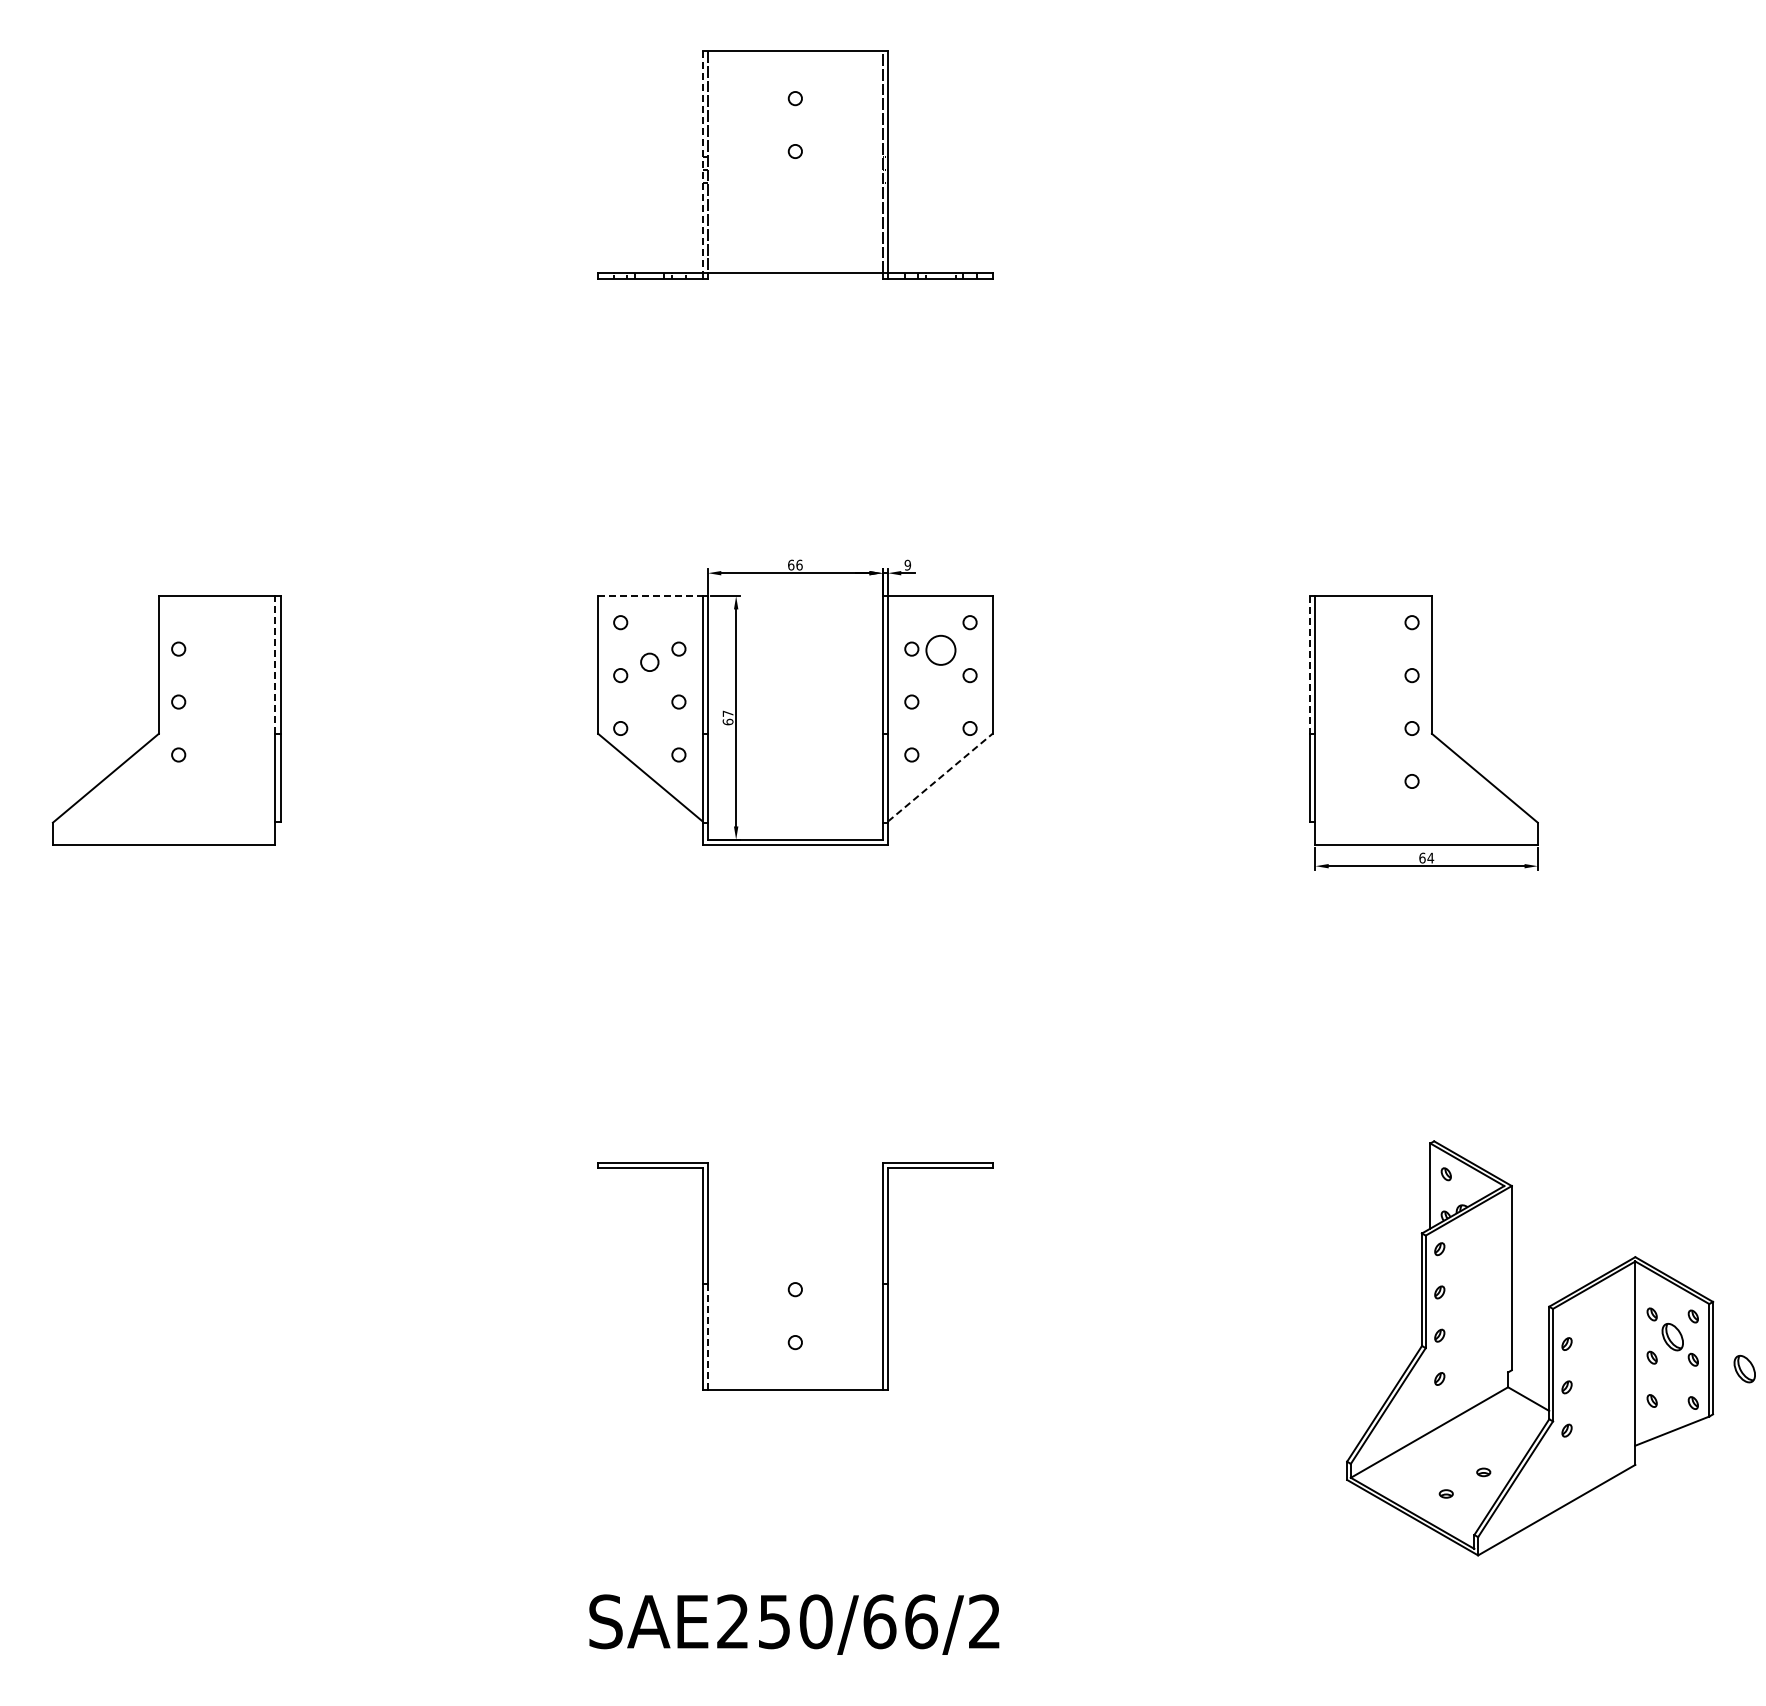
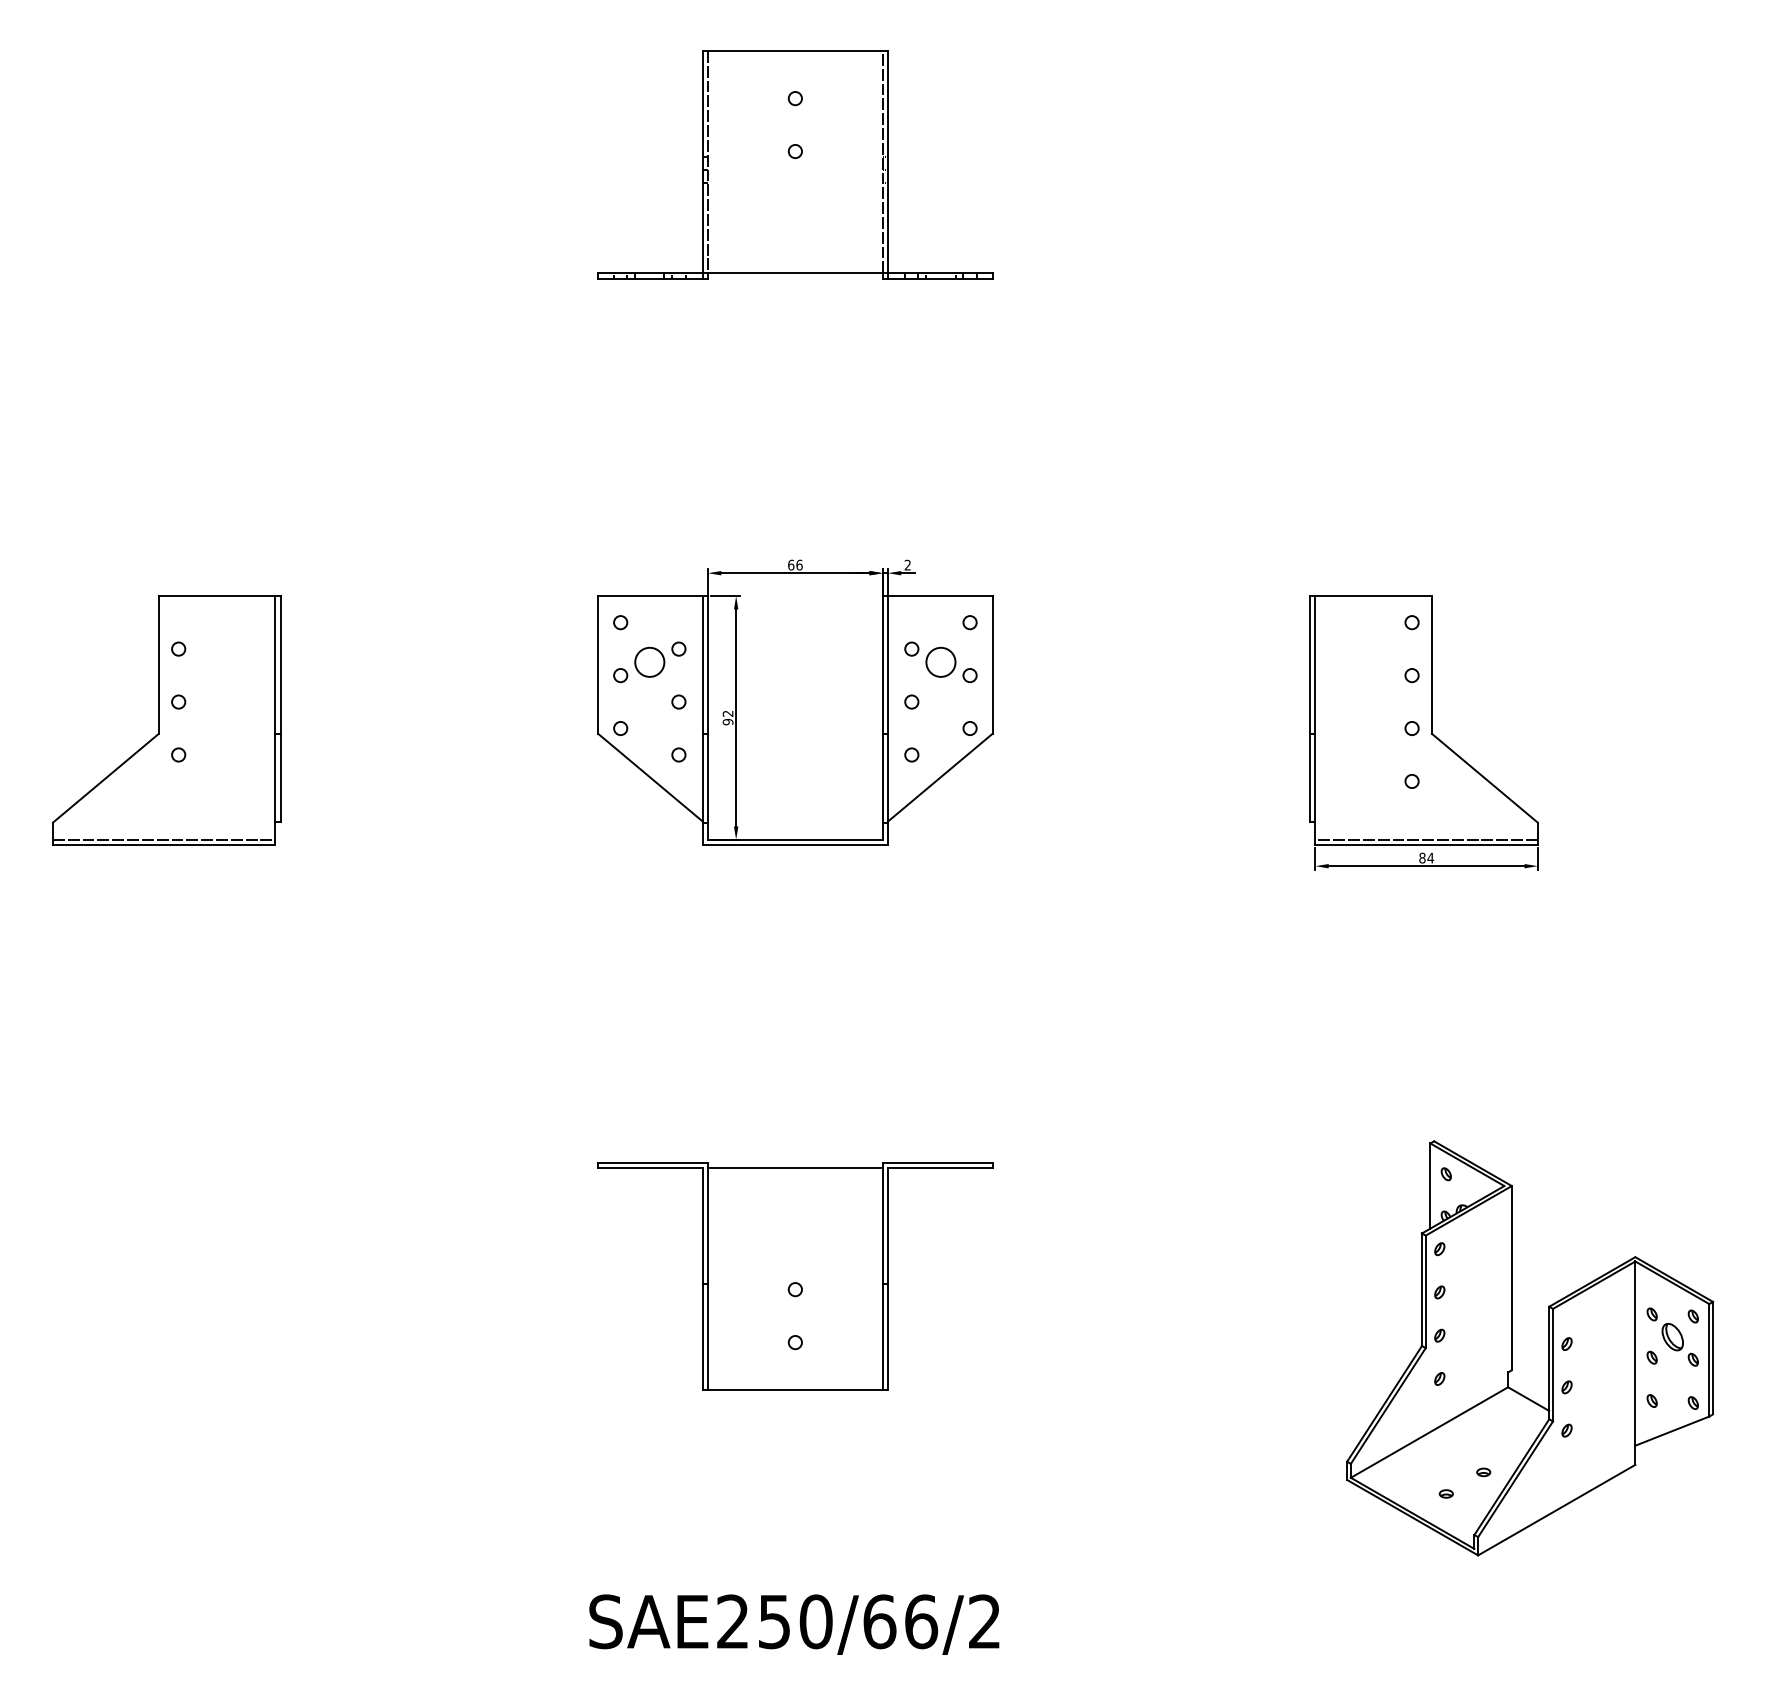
line at (702, 162): dashed -> solid
text at (907, 564): 9 -> 2
line at (650, 596): dashed -> solid
circle at (940, 649) position: (940, 649) -> (940, 661)
circle at (649, 662) diameter: 17 px -> 29 px
line at (275, 665): dashed -> solid
line at (1310, 665): dashed -> solid
text at (727, 717): 67 -> 92
line at (940, 777): dashed -> solid
line at (163, 839): none -> present
line at (1426, 839): none -> present
text at (1422, 857): 64 -> 84
line at (795, 1167): none -> present
line at (708, 1337): dashed -> solid
part at (1744, 1369): present -> none
